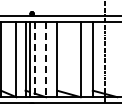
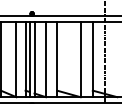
line at (34, 59): dashed -> solid
line at (46, 59): dashed -> solid
